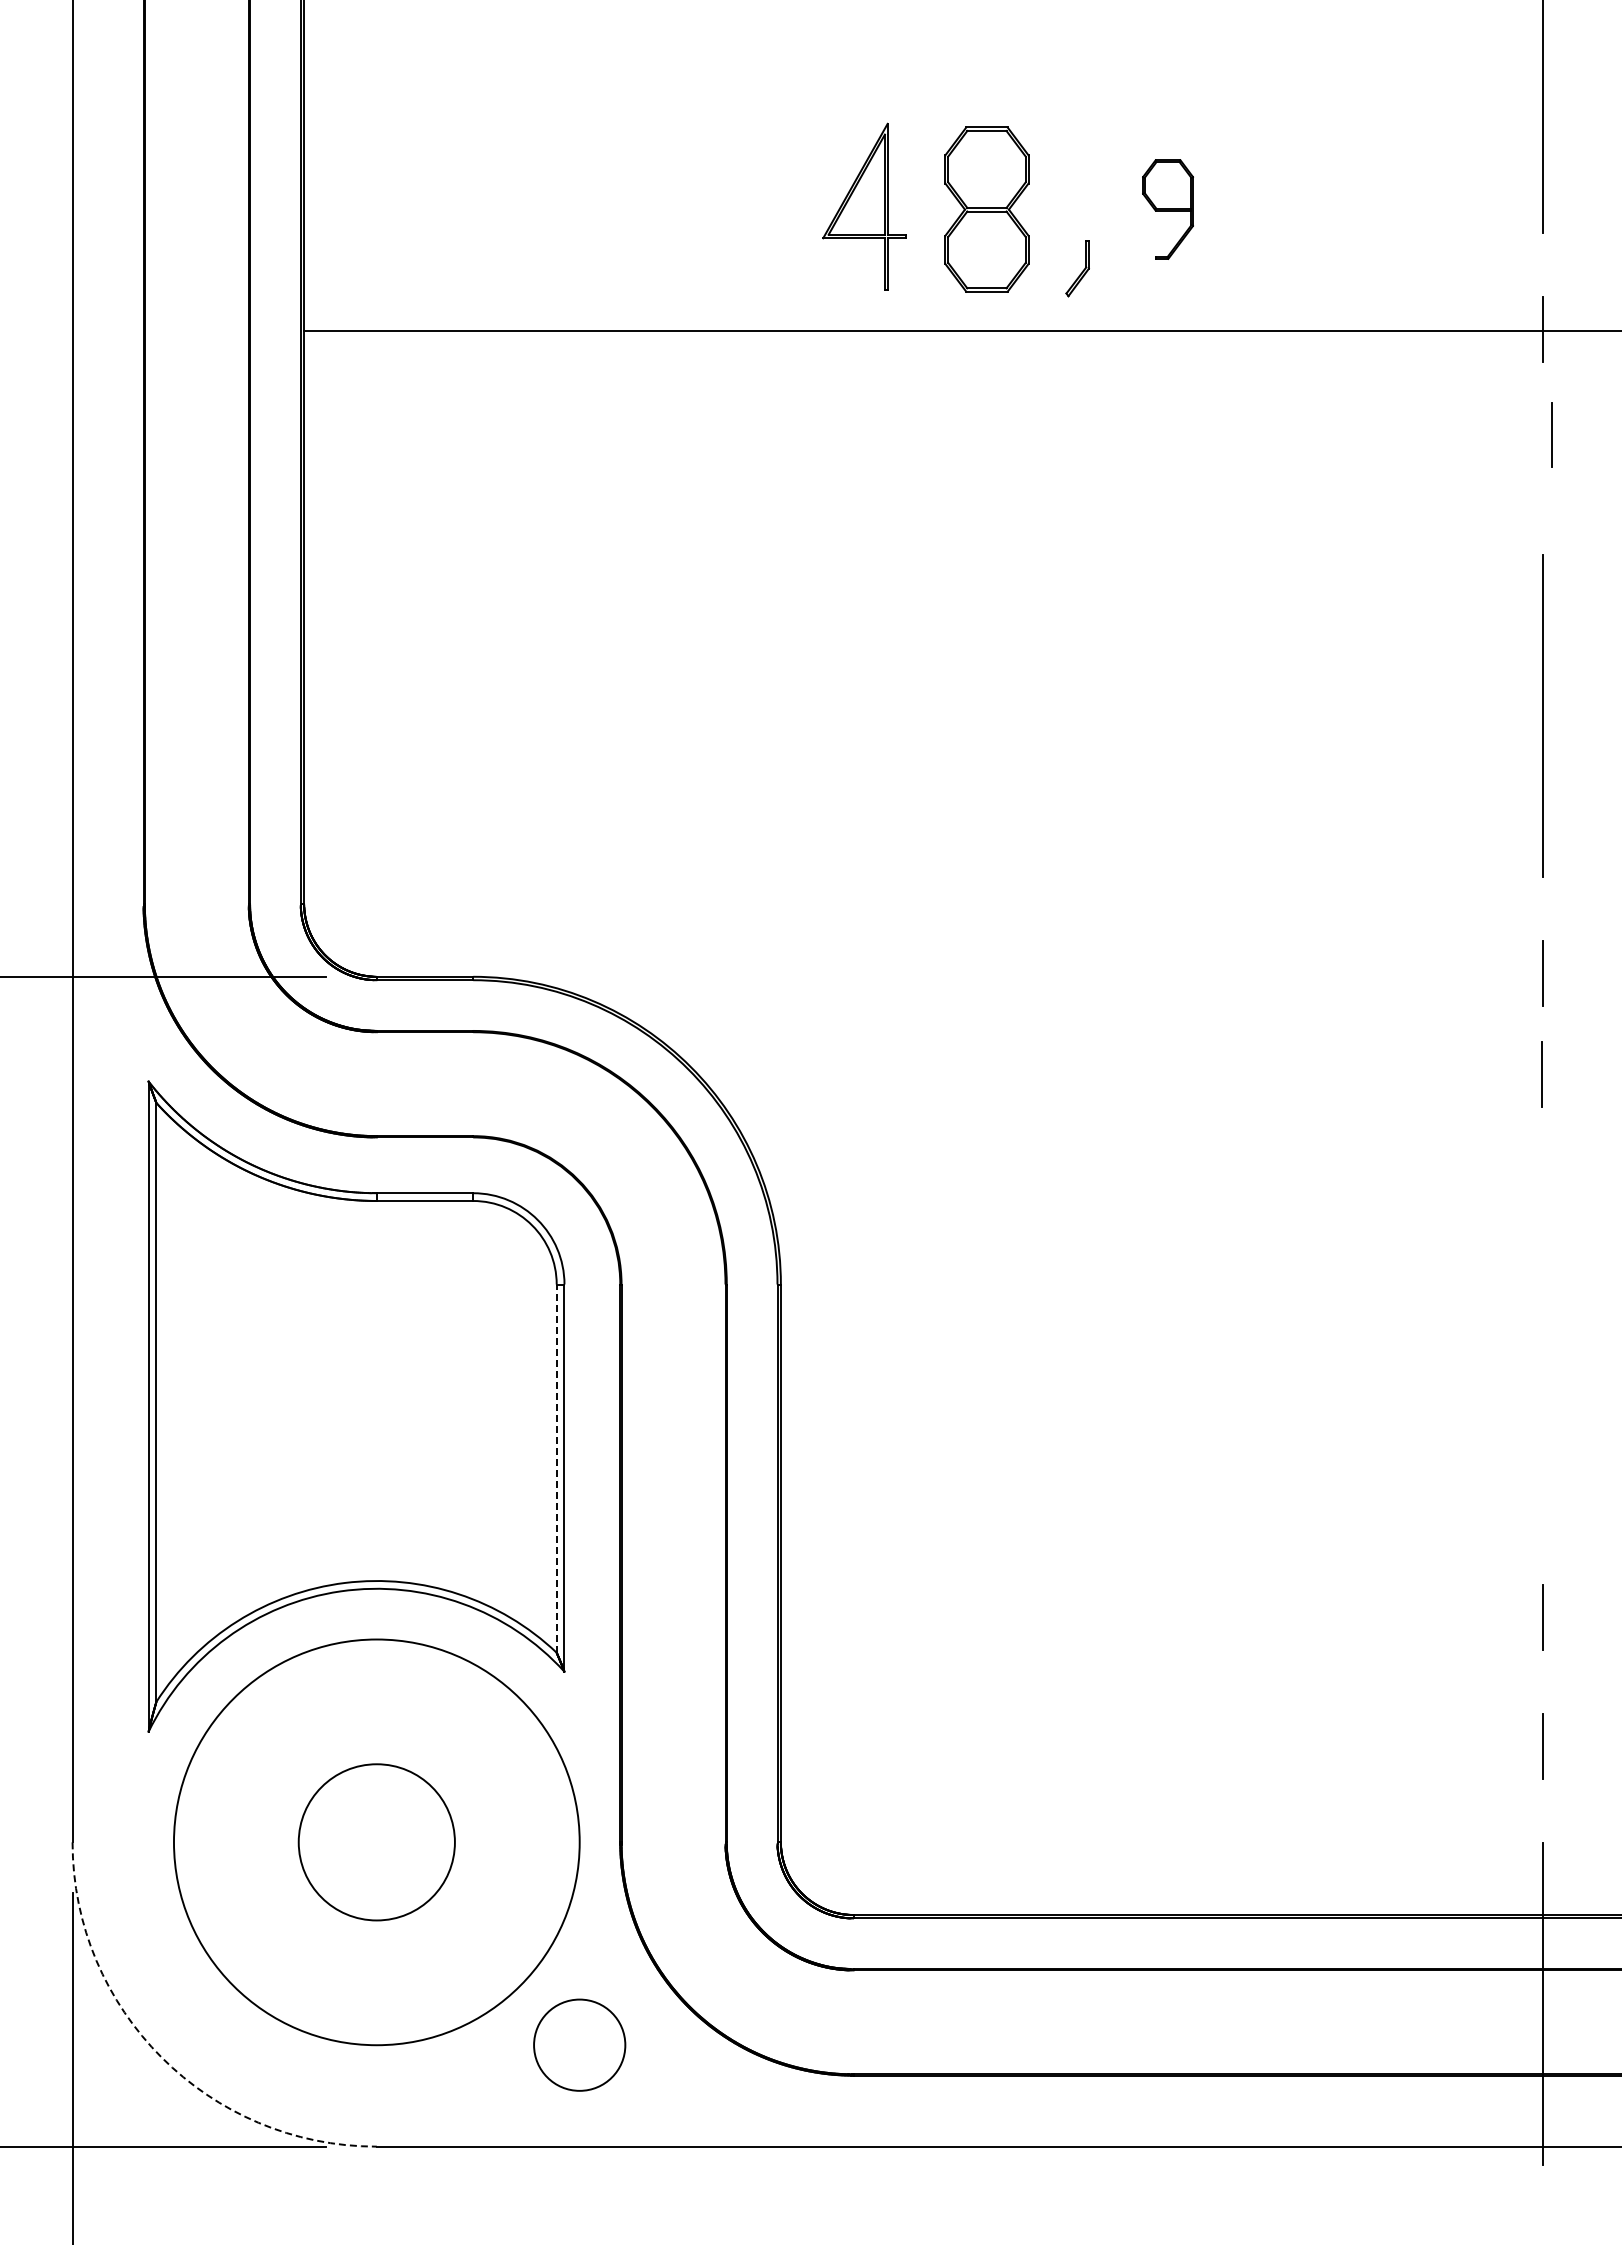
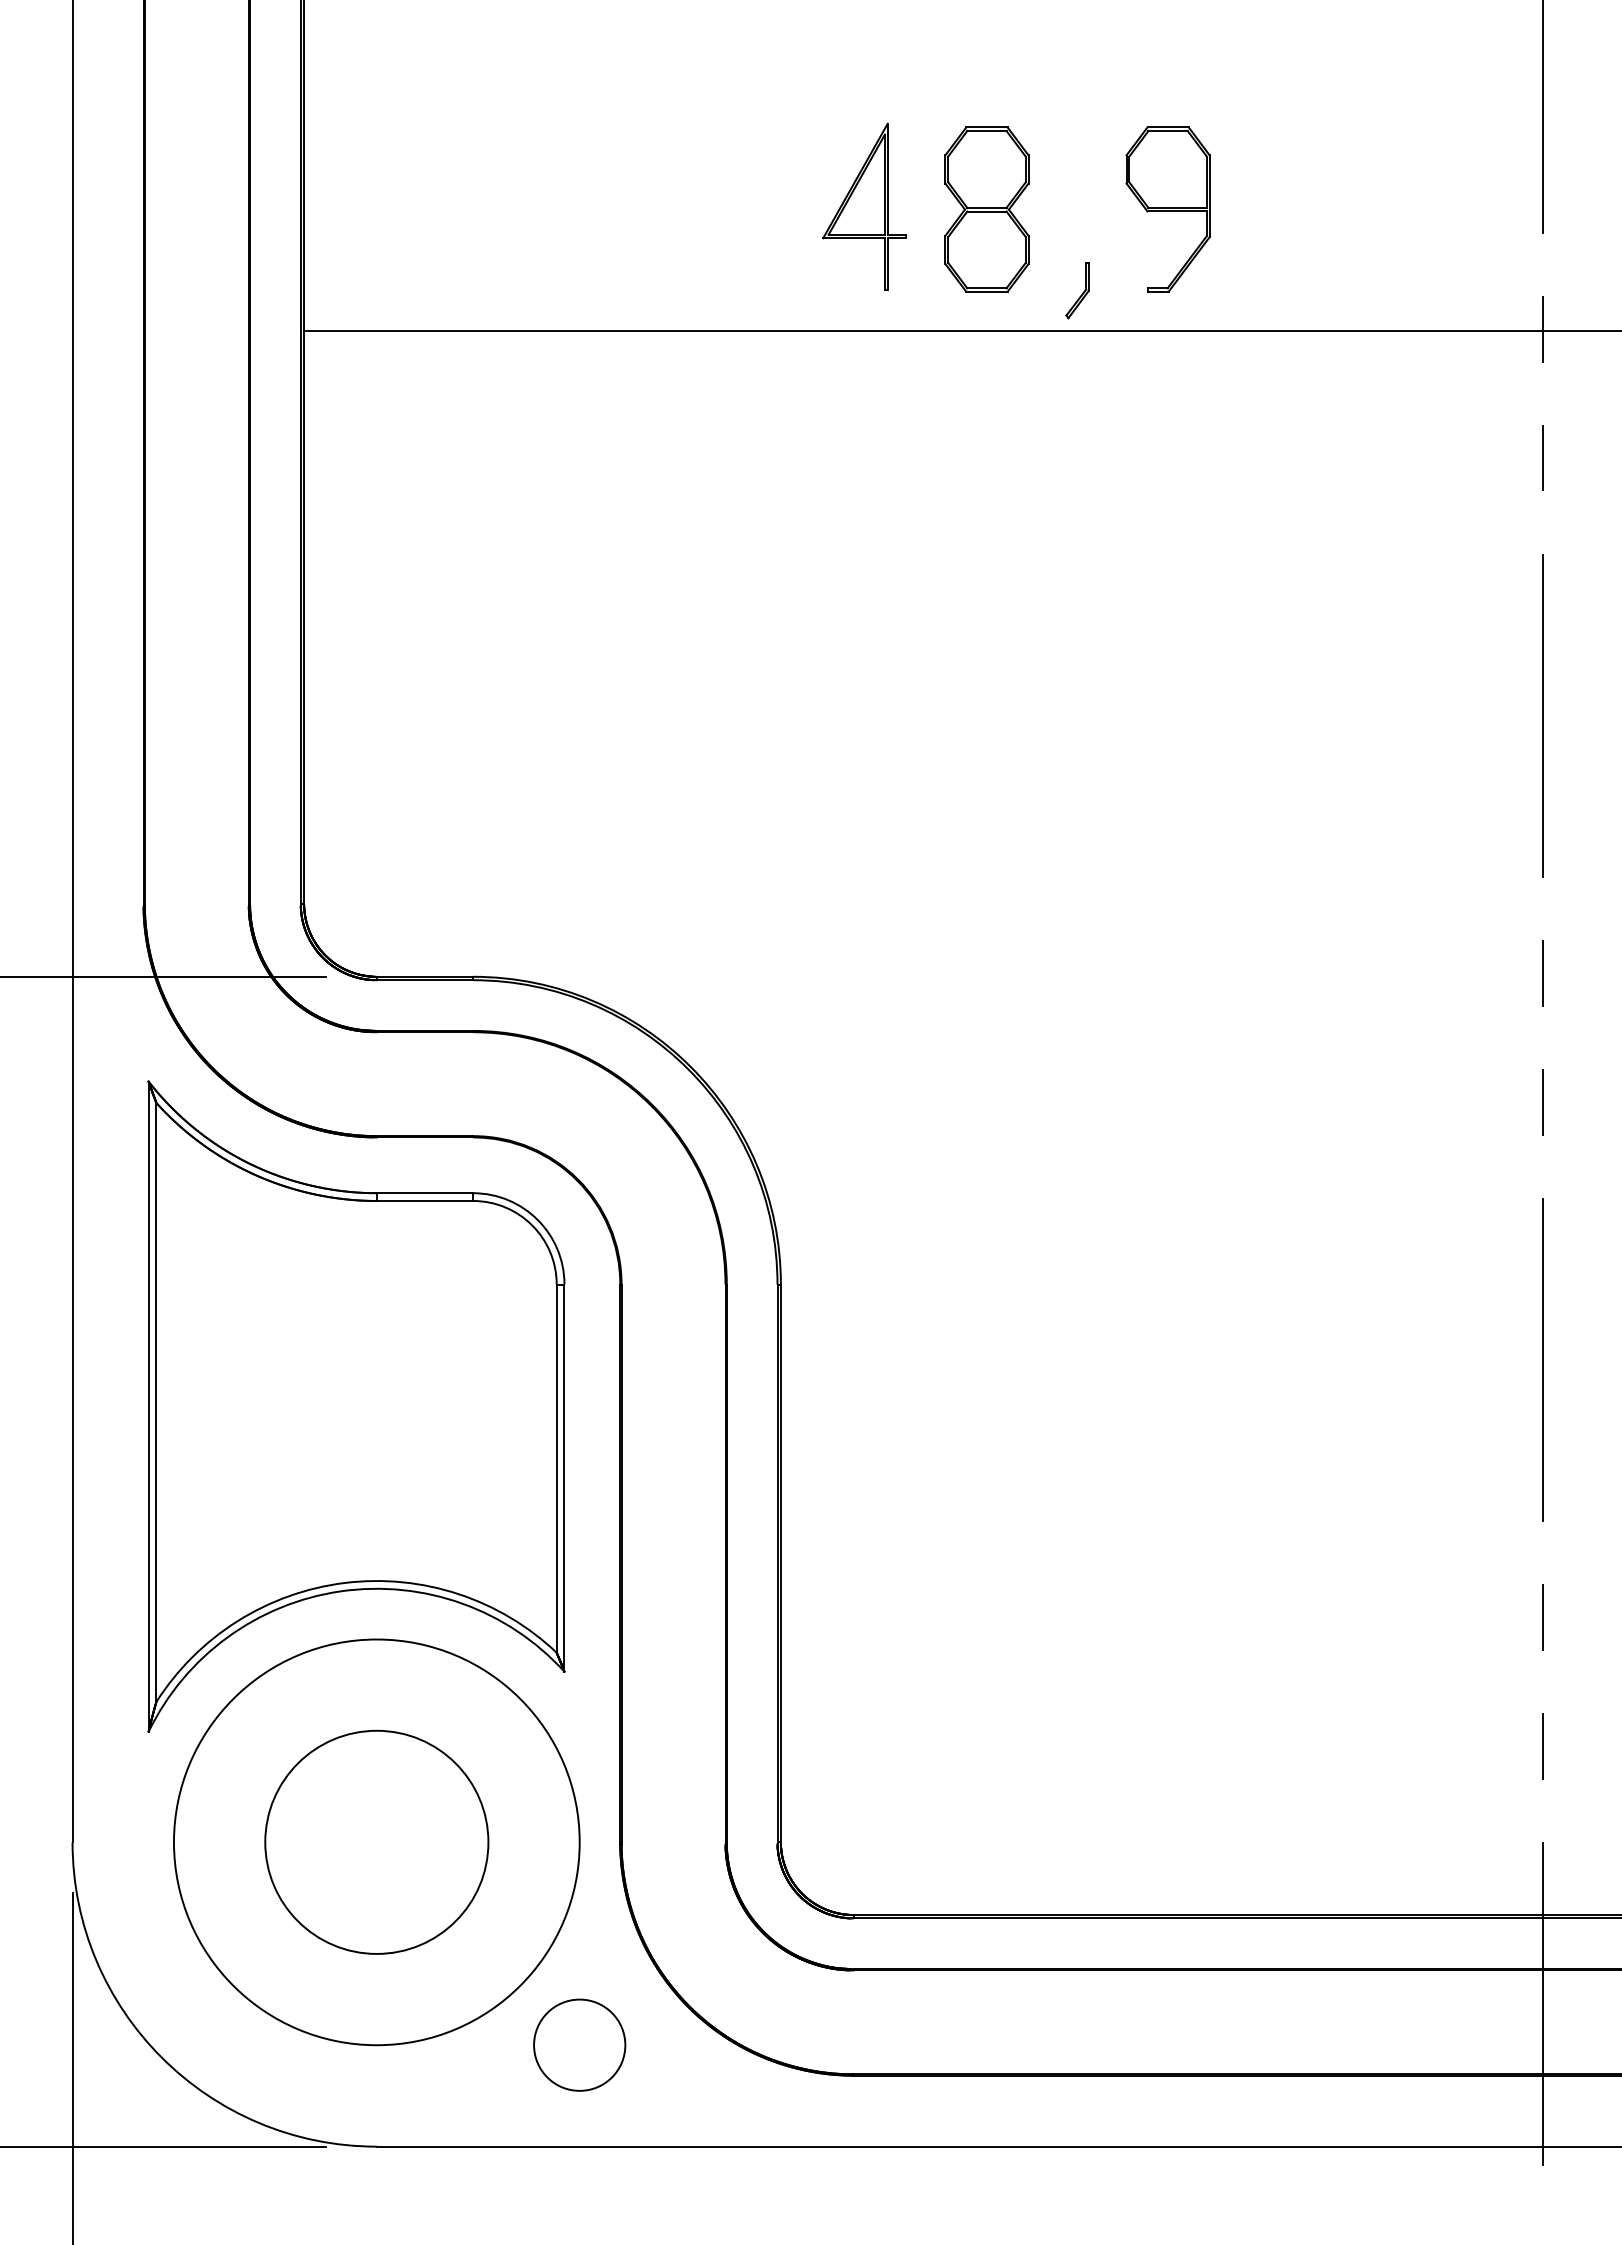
part at (1167, 209) size: 52x101 px -> 86x167 px
part at (1077, 268) position: (1077, 268) -> (1077, 290)
line at (1551, 434) position: (1551, 434) -> (1542, 457)
line at (1541, 1074) position: (1541, 1074) -> (1542, 1102)
line at (1543, 1359): none -> present
line at (556, 1468): dashed -> solid
circle at (376, 1842) diameter: 156 px -> 223 px
arc at (161, 2057): dashed -> solid
